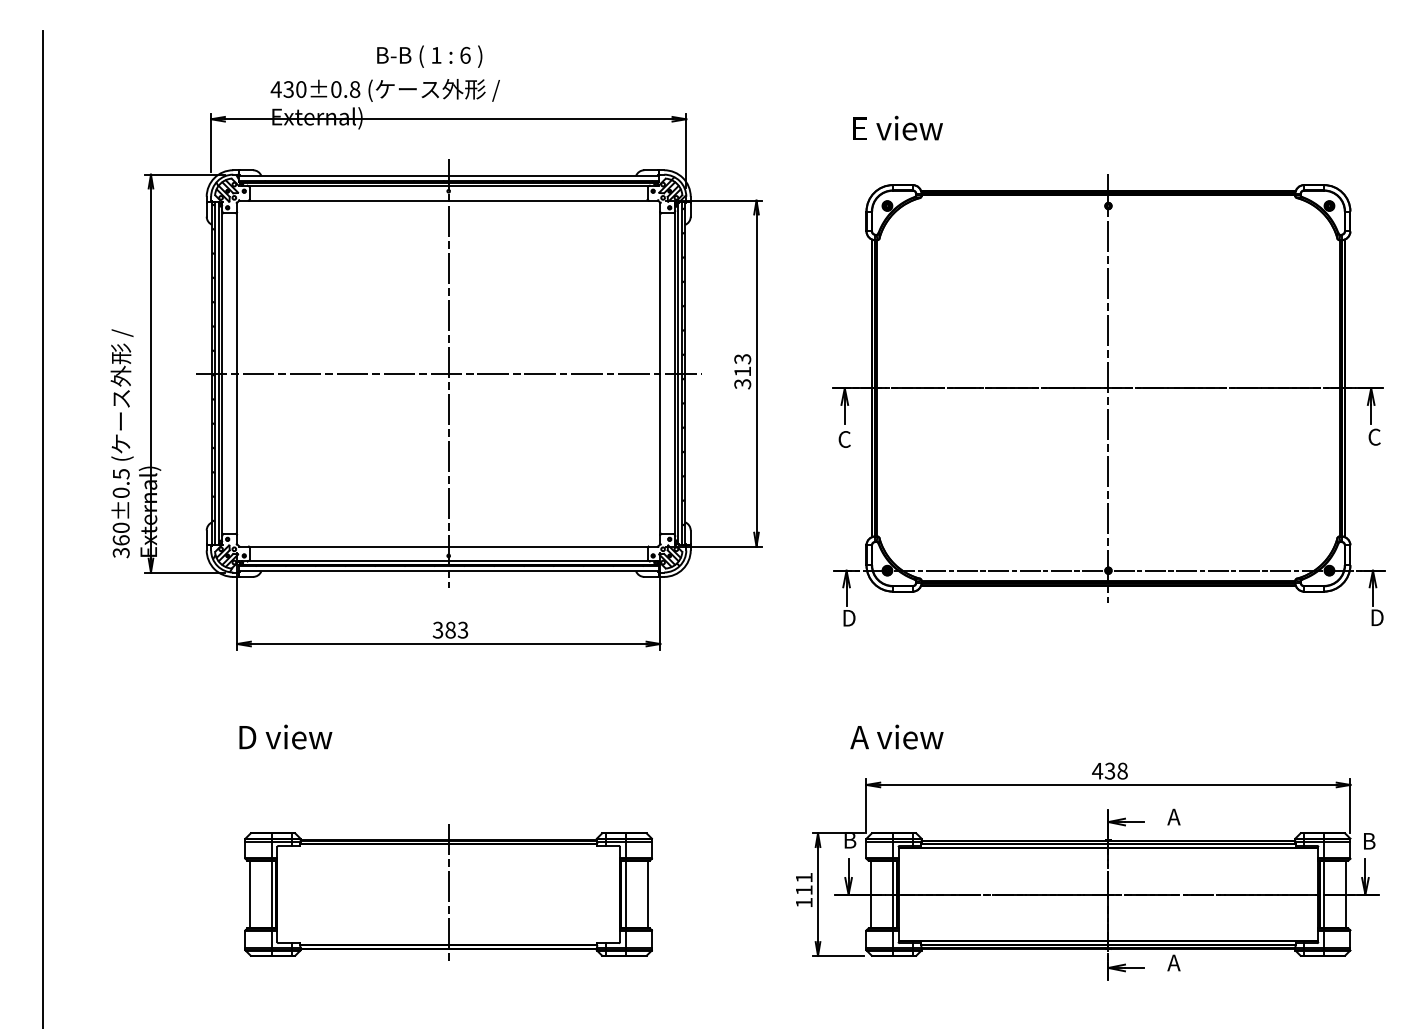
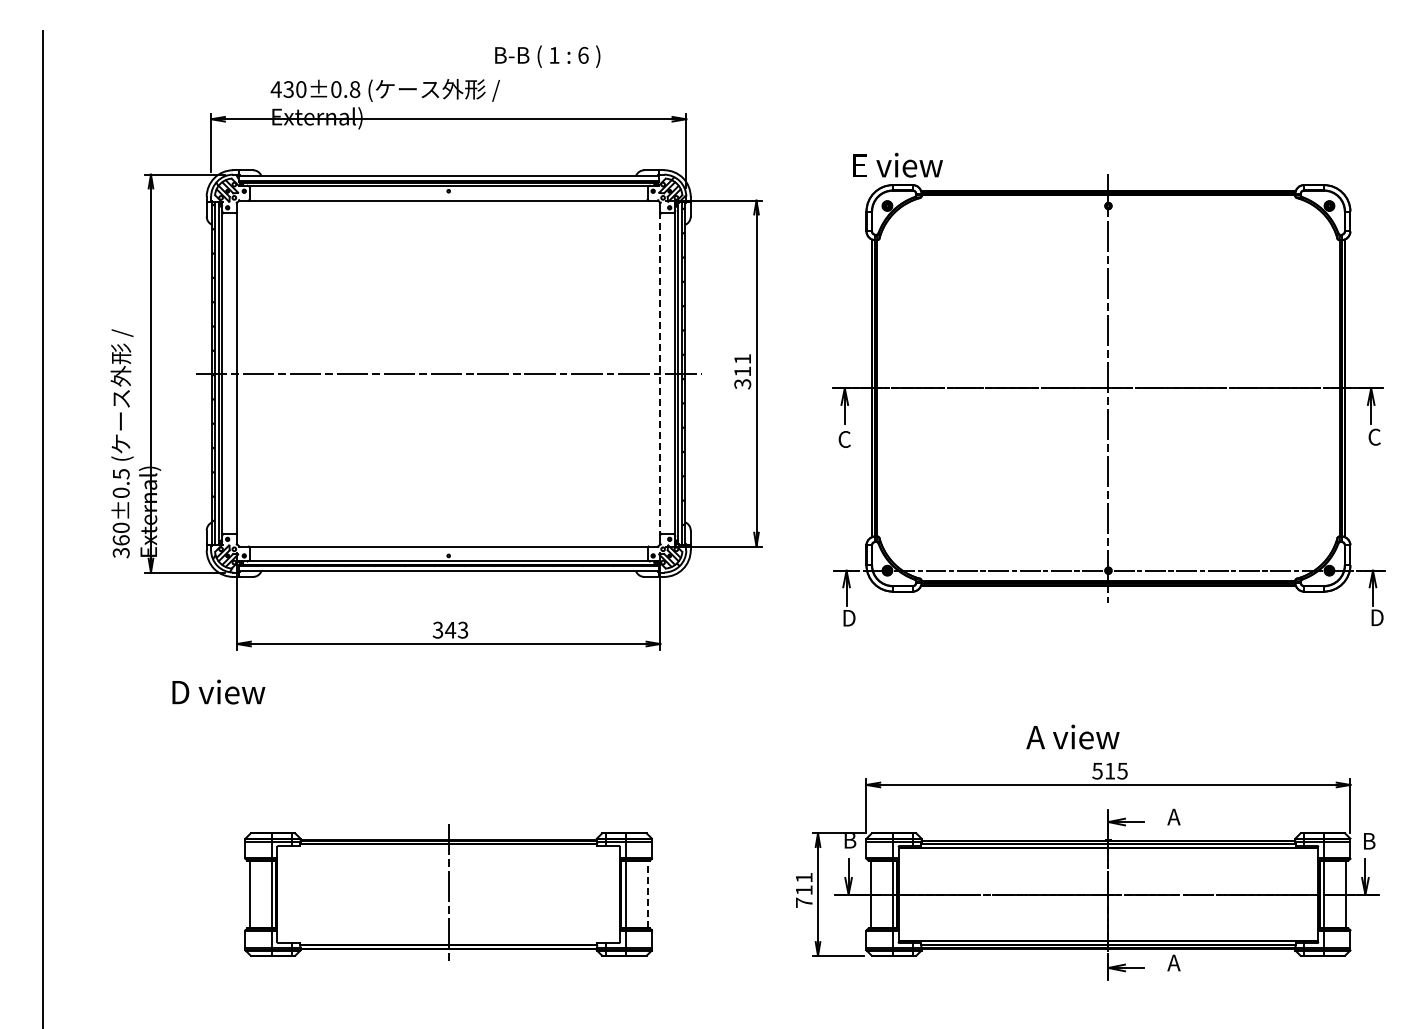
text at (429, 56) position: (429, 56) -> (547, 56)
text at (897, 127) position: (897, 127) -> (897, 164)
text at (742, 359): 313 -> 311
line at (448, 373): present -> none
line at (660, 374): solid -> dashed
text at (450, 629): 383 -> 343
text at (285, 736) position: (285, 736) -> (218, 691)
text at (896, 736) position: (896, 736) -> (1072, 736)
text at (1109, 770): 438 -> 515
line at (647, 894): solid -> dashed
text at (804, 902): 111 -> 711
